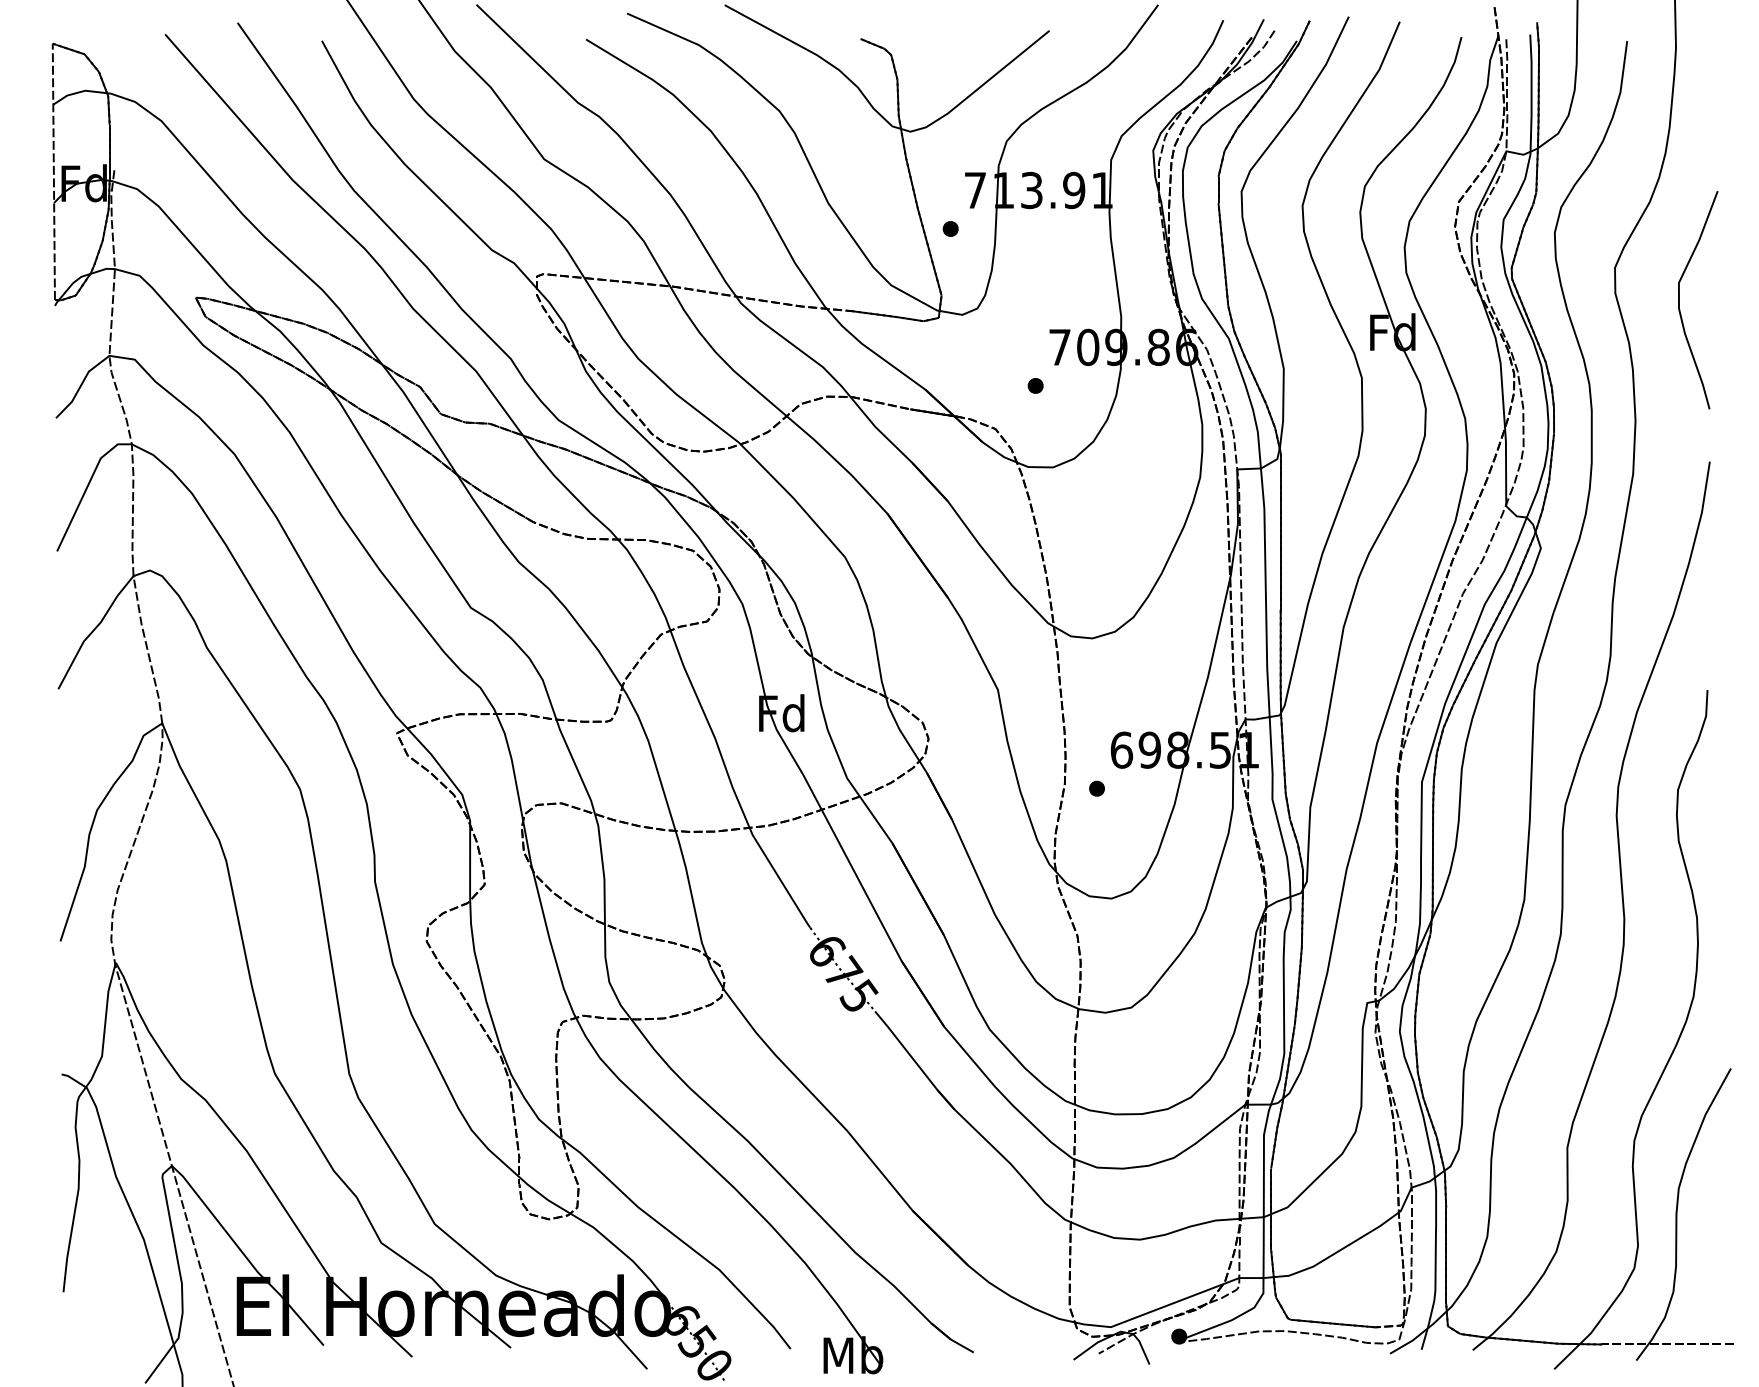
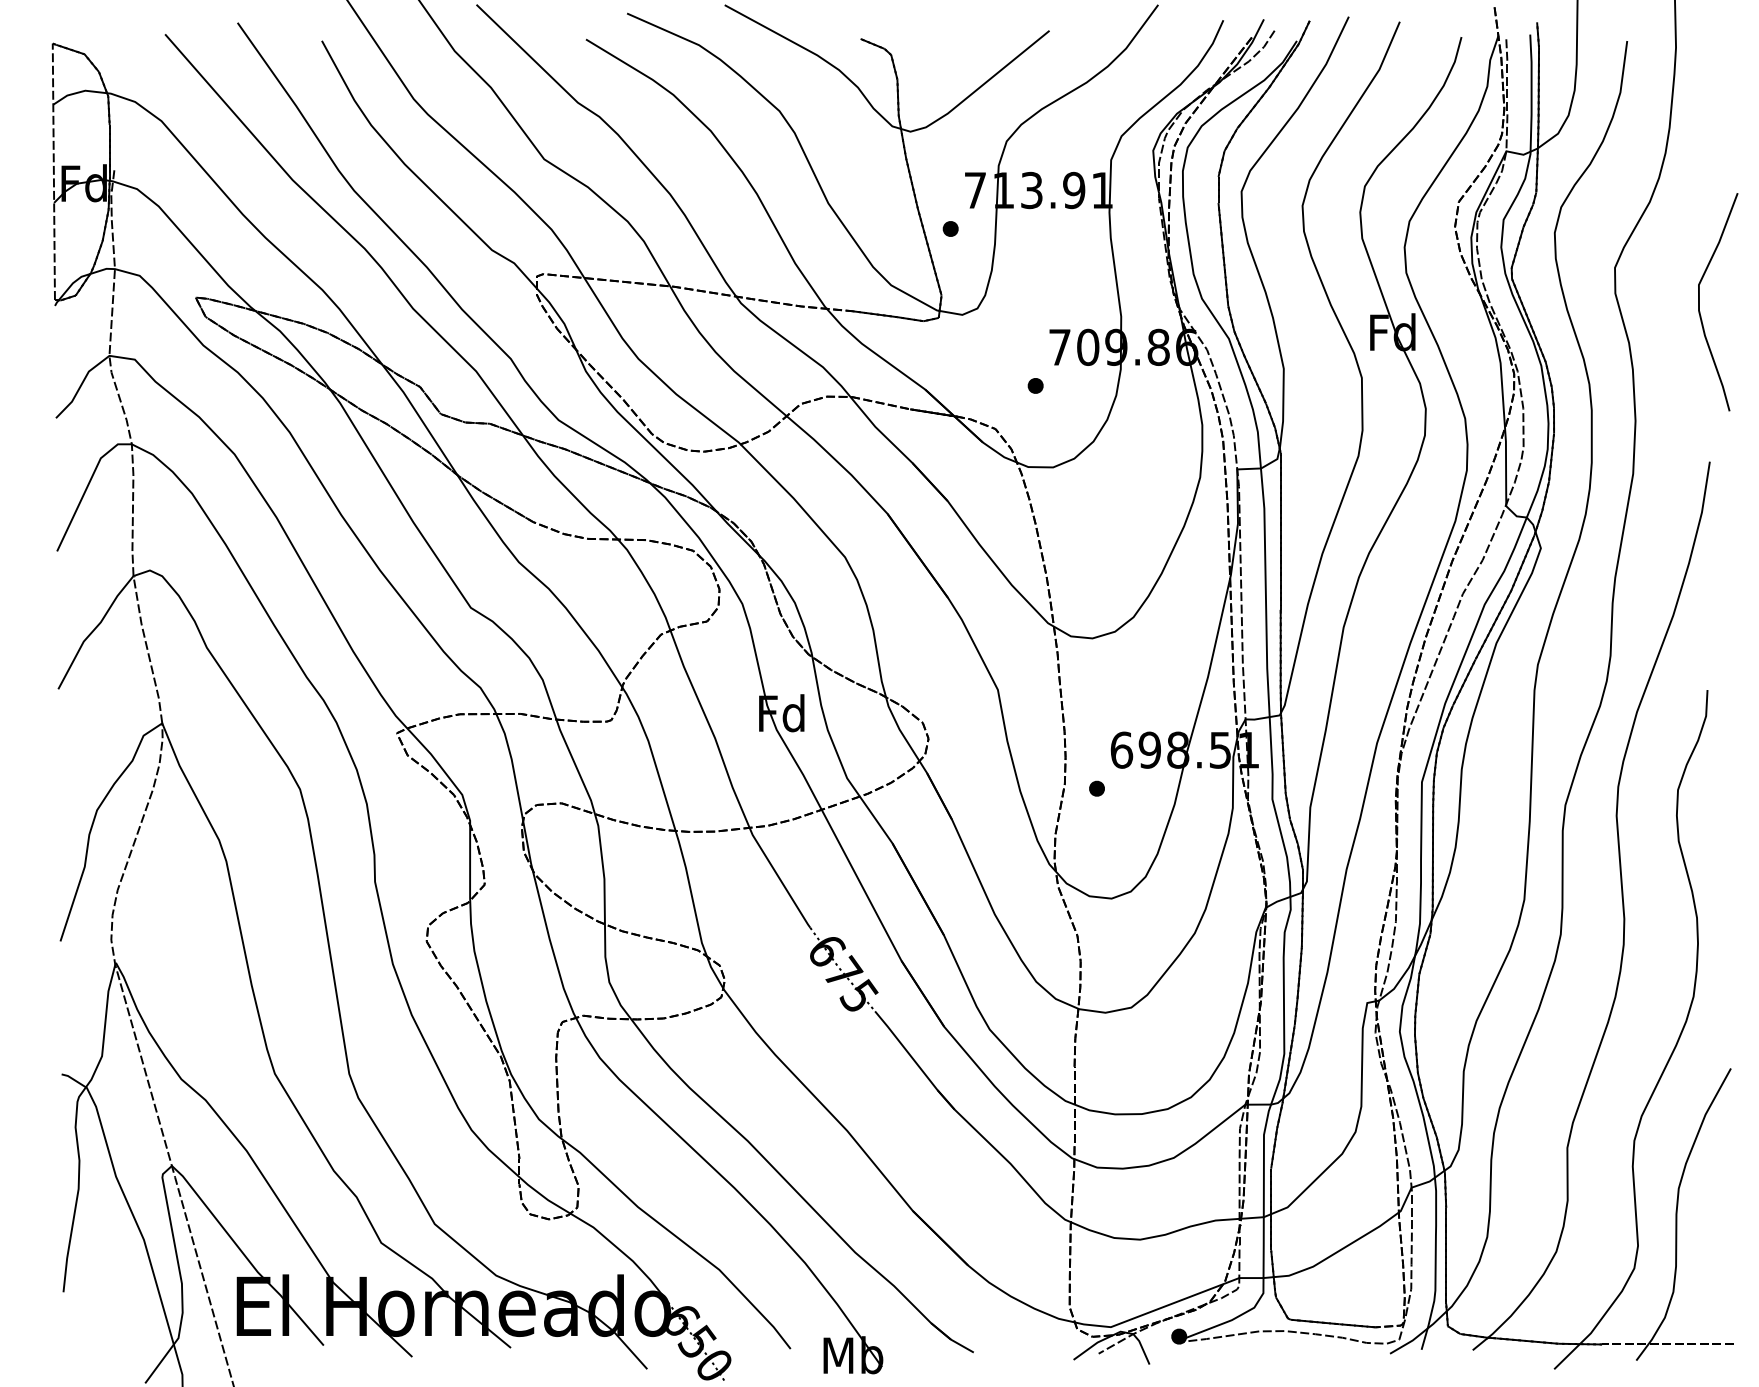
curve at (1679, 300) position: (1679, 300) -> (1699, 302)
